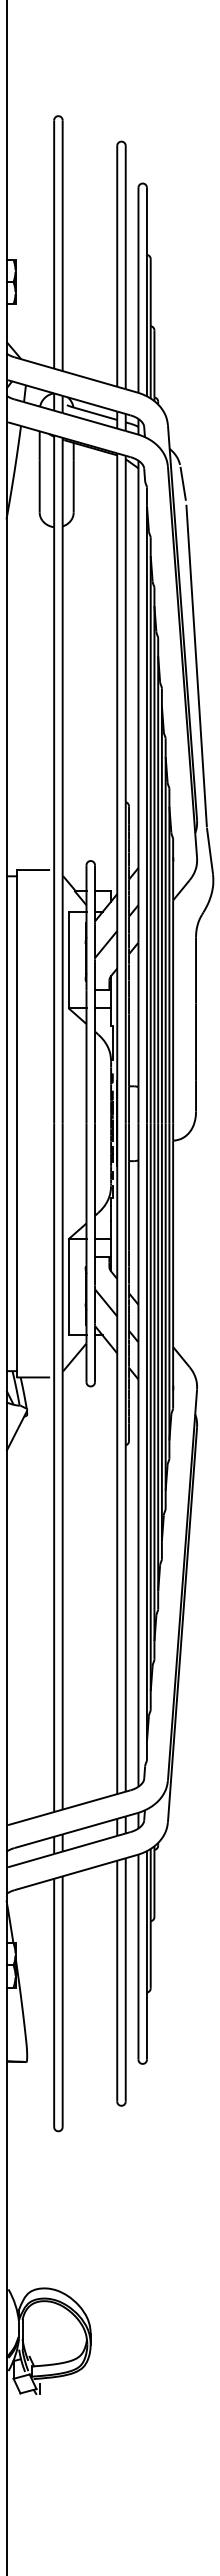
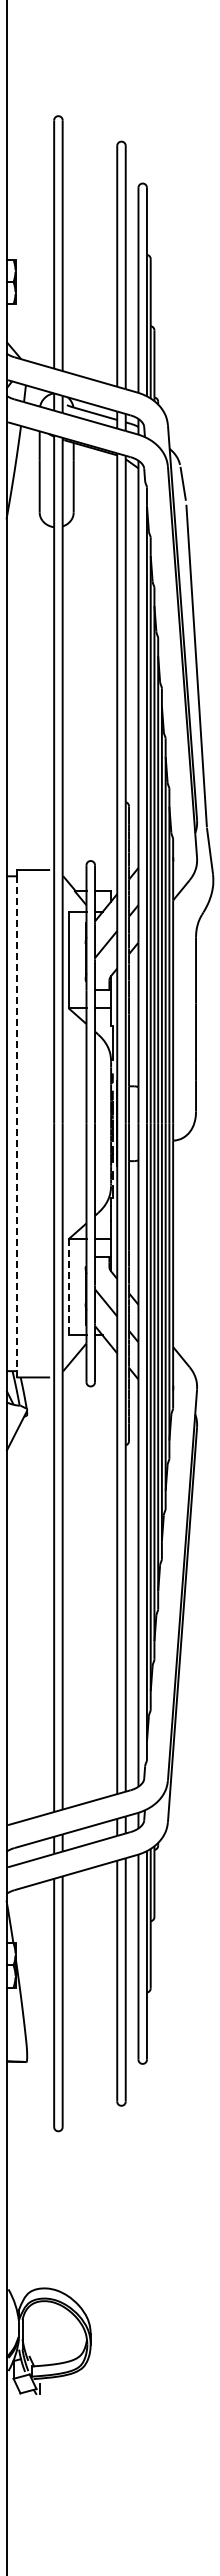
line at (16, 1124): solid -> dashed
line at (68, 1287): solid -> dashed
